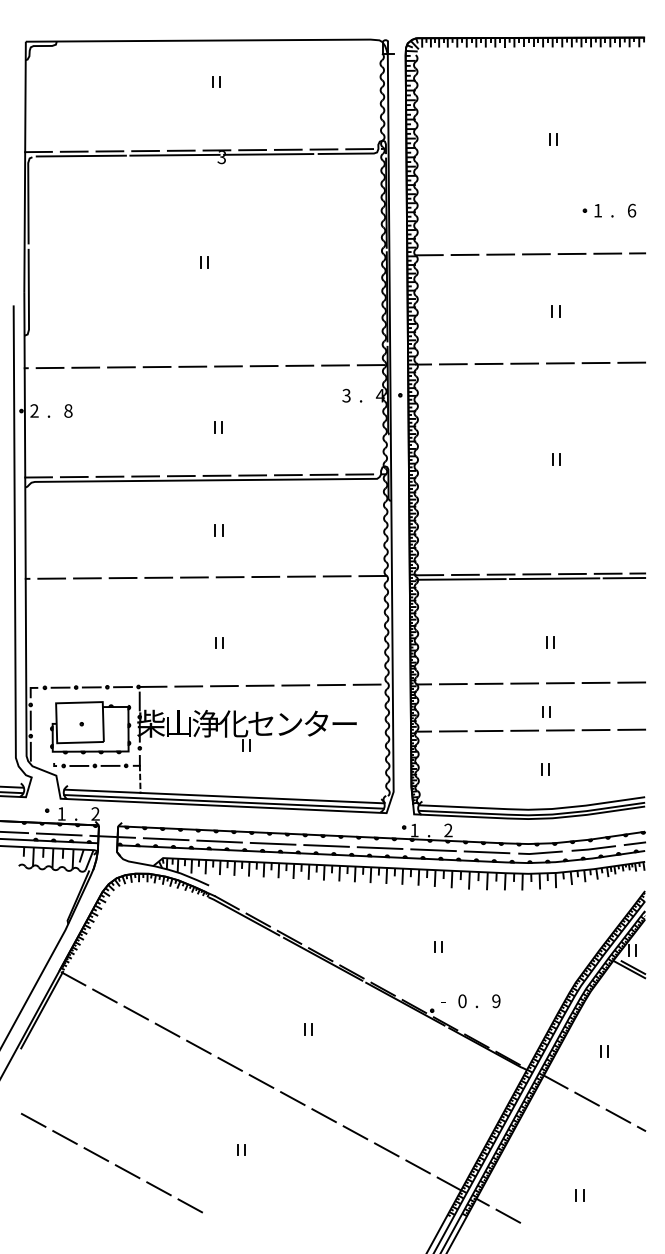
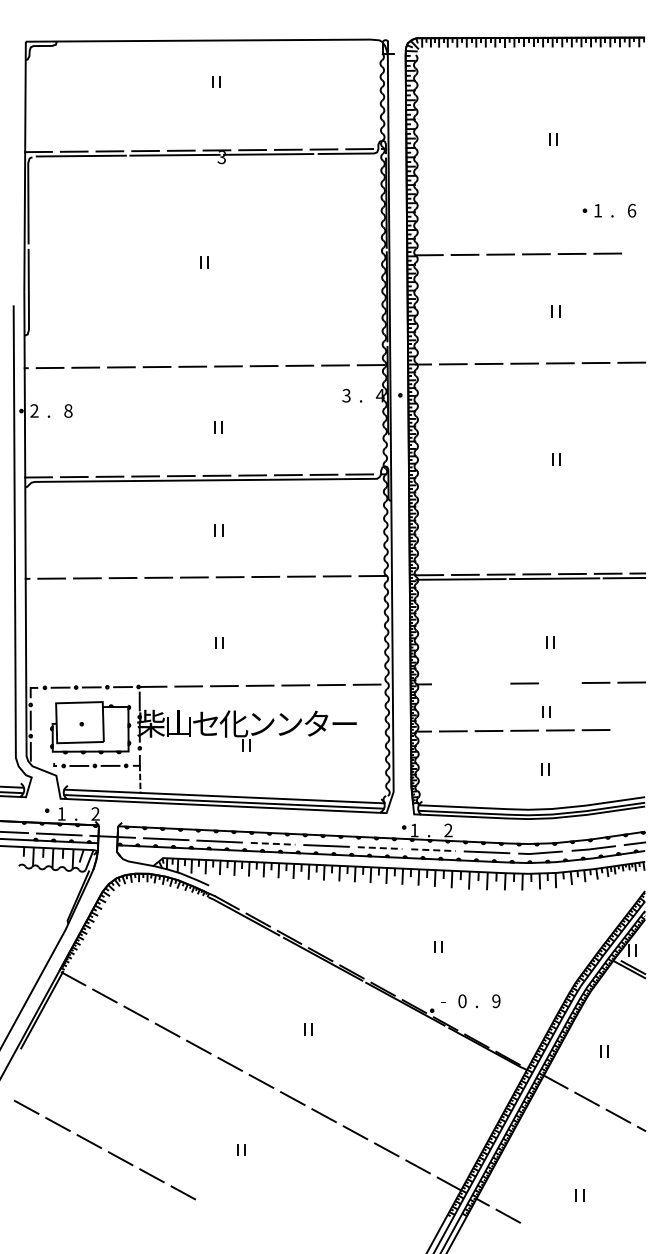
line at (637, 253): present -> none
line at (488, 683): present -> none
line at (560, 683): present -> none
line at (452, 684): present -> none
text at (206, 723): 浄 -> セ
text at (261, 723): セ -> ン
line at (631, 729): present -> none
line at (273, 843): solid -> dashed
line at (380, 848): solid -> dashed
line at (434, 850): solid -> dashed
line at (109, 1160) position: (109, 1160) -> (102, 1147)
